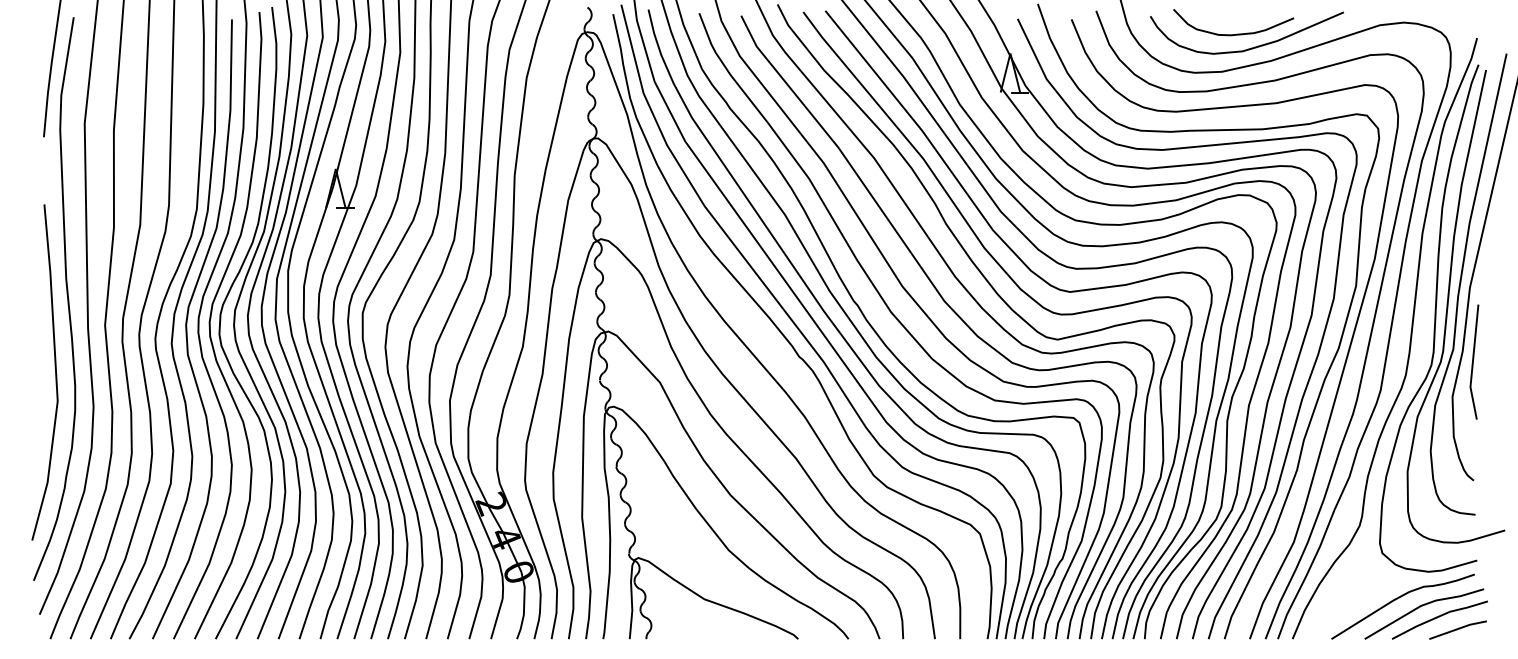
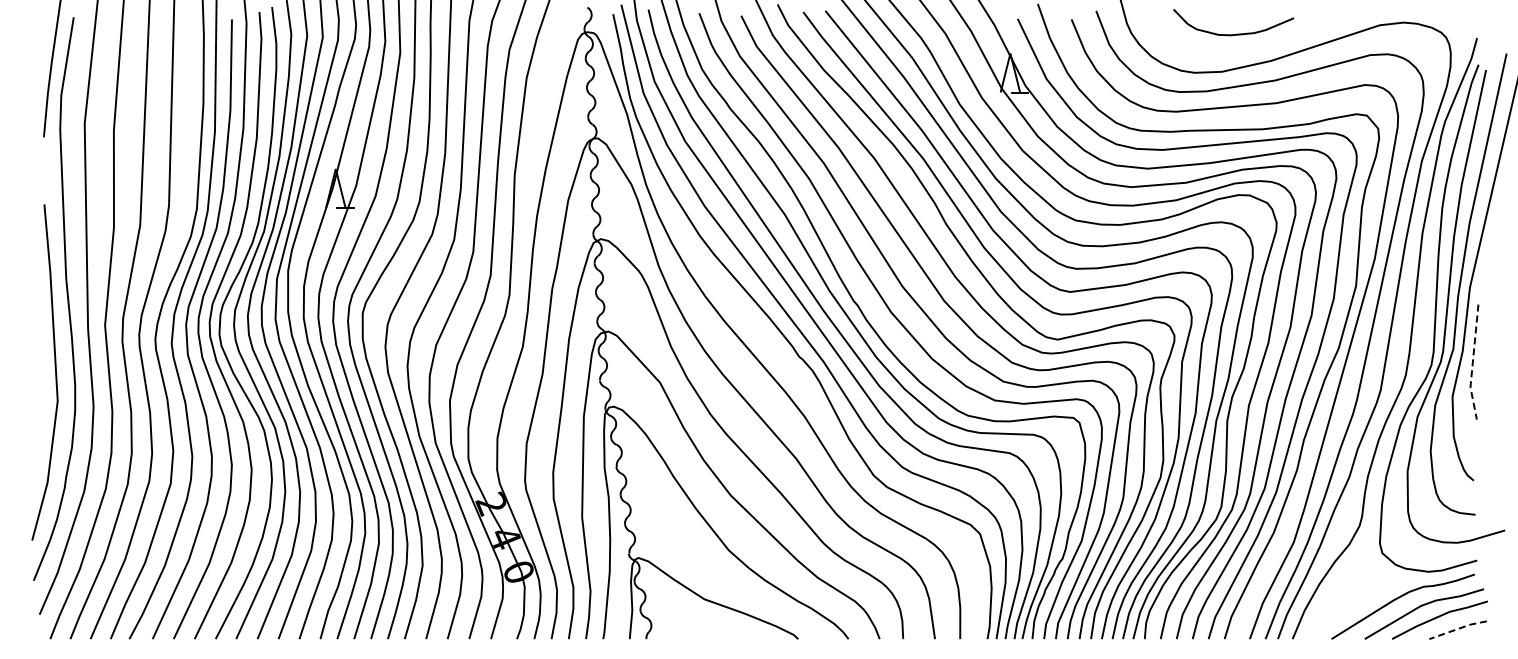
curve at (1251, 47): present -> none
line at (1472, 363): solid -> dashed
line at (1458, 628): solid -> dashed
